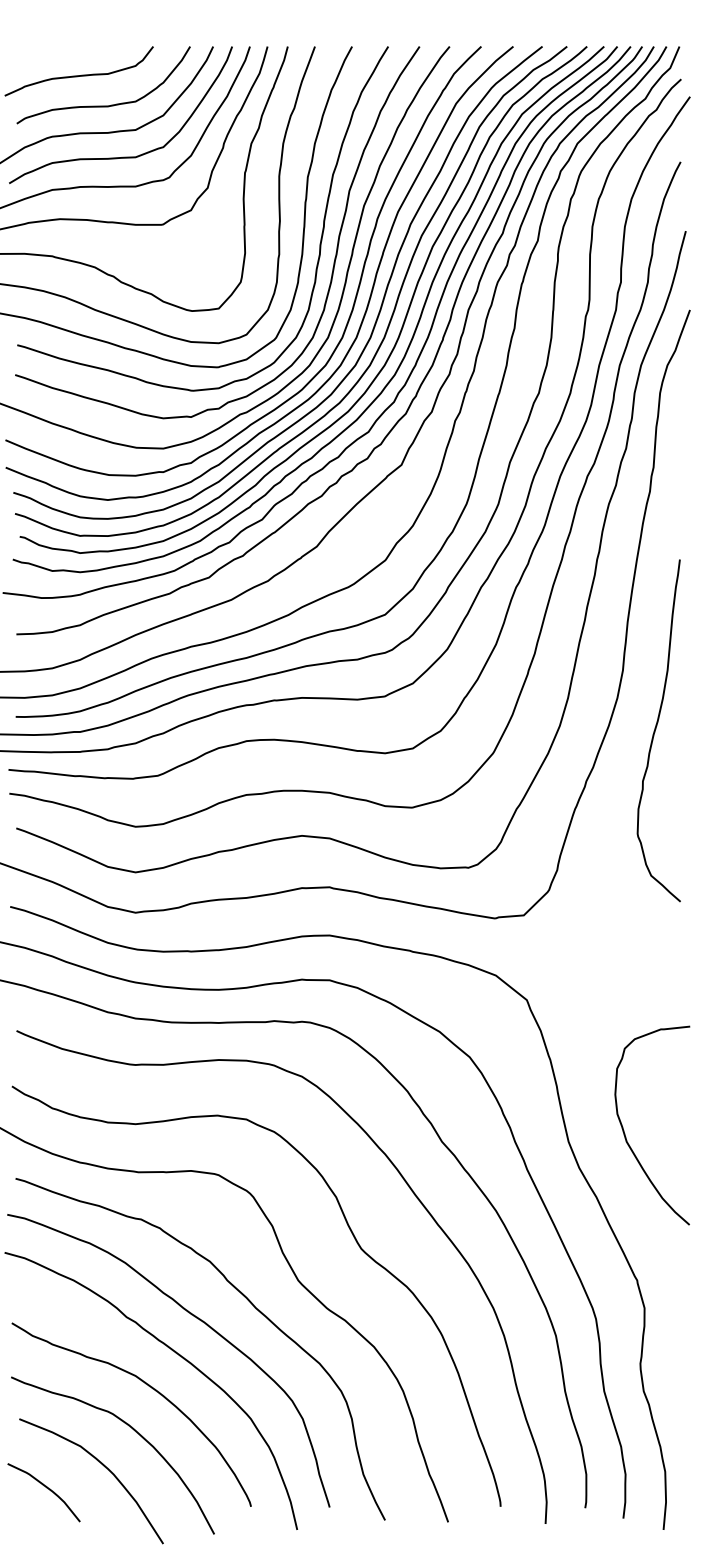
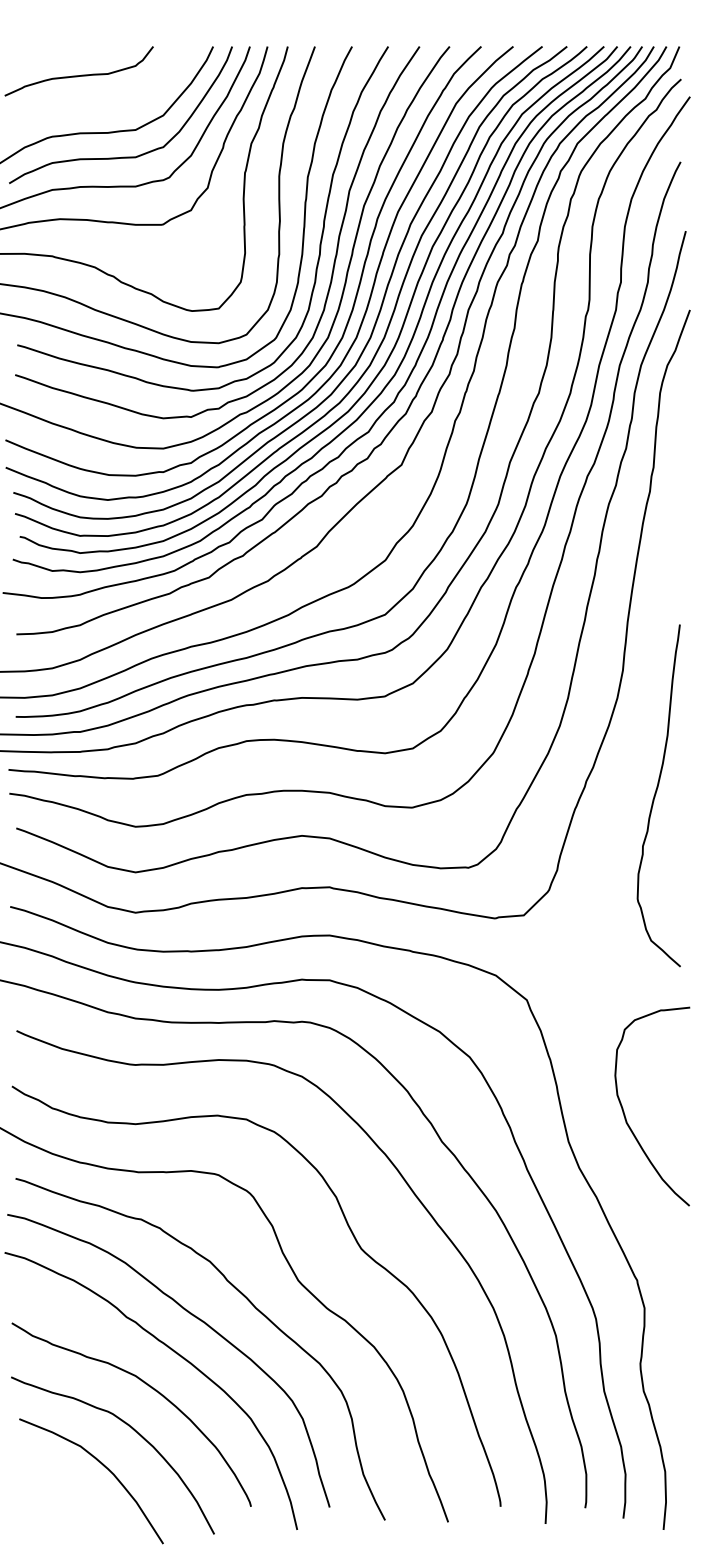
curve at (103, 105): present -> none
curve at (656, 729) position: (656, 729) -> (656, 794)
curve at (625, 1133) position: (625, 1133) -> (625, 1114)
curve at (46, 1488): present -> none
